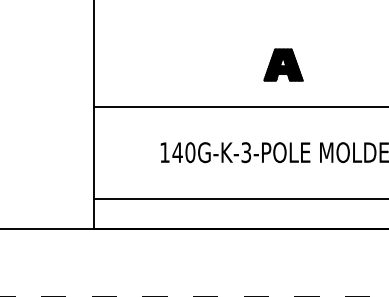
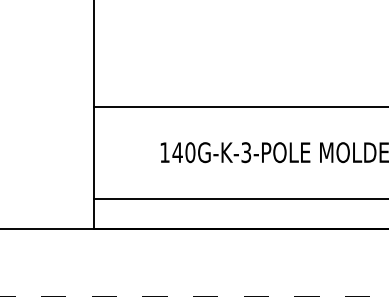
part at (283, 64): present -> none
